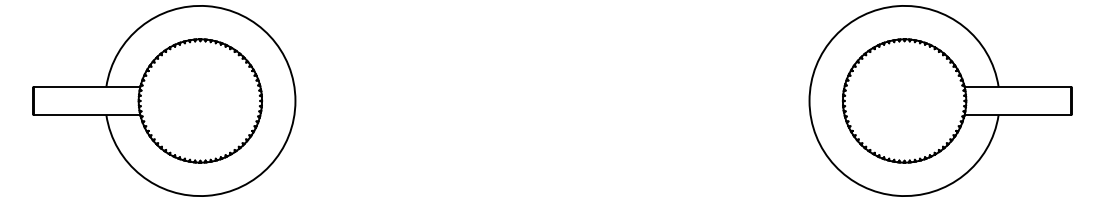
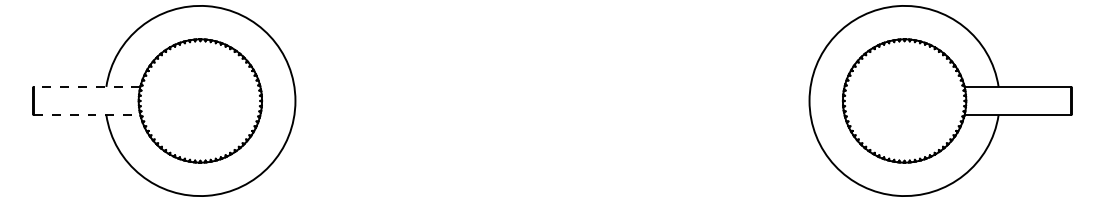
line at (86, 86): solid -> dashed
line at (87, 115): solid -> dashed
